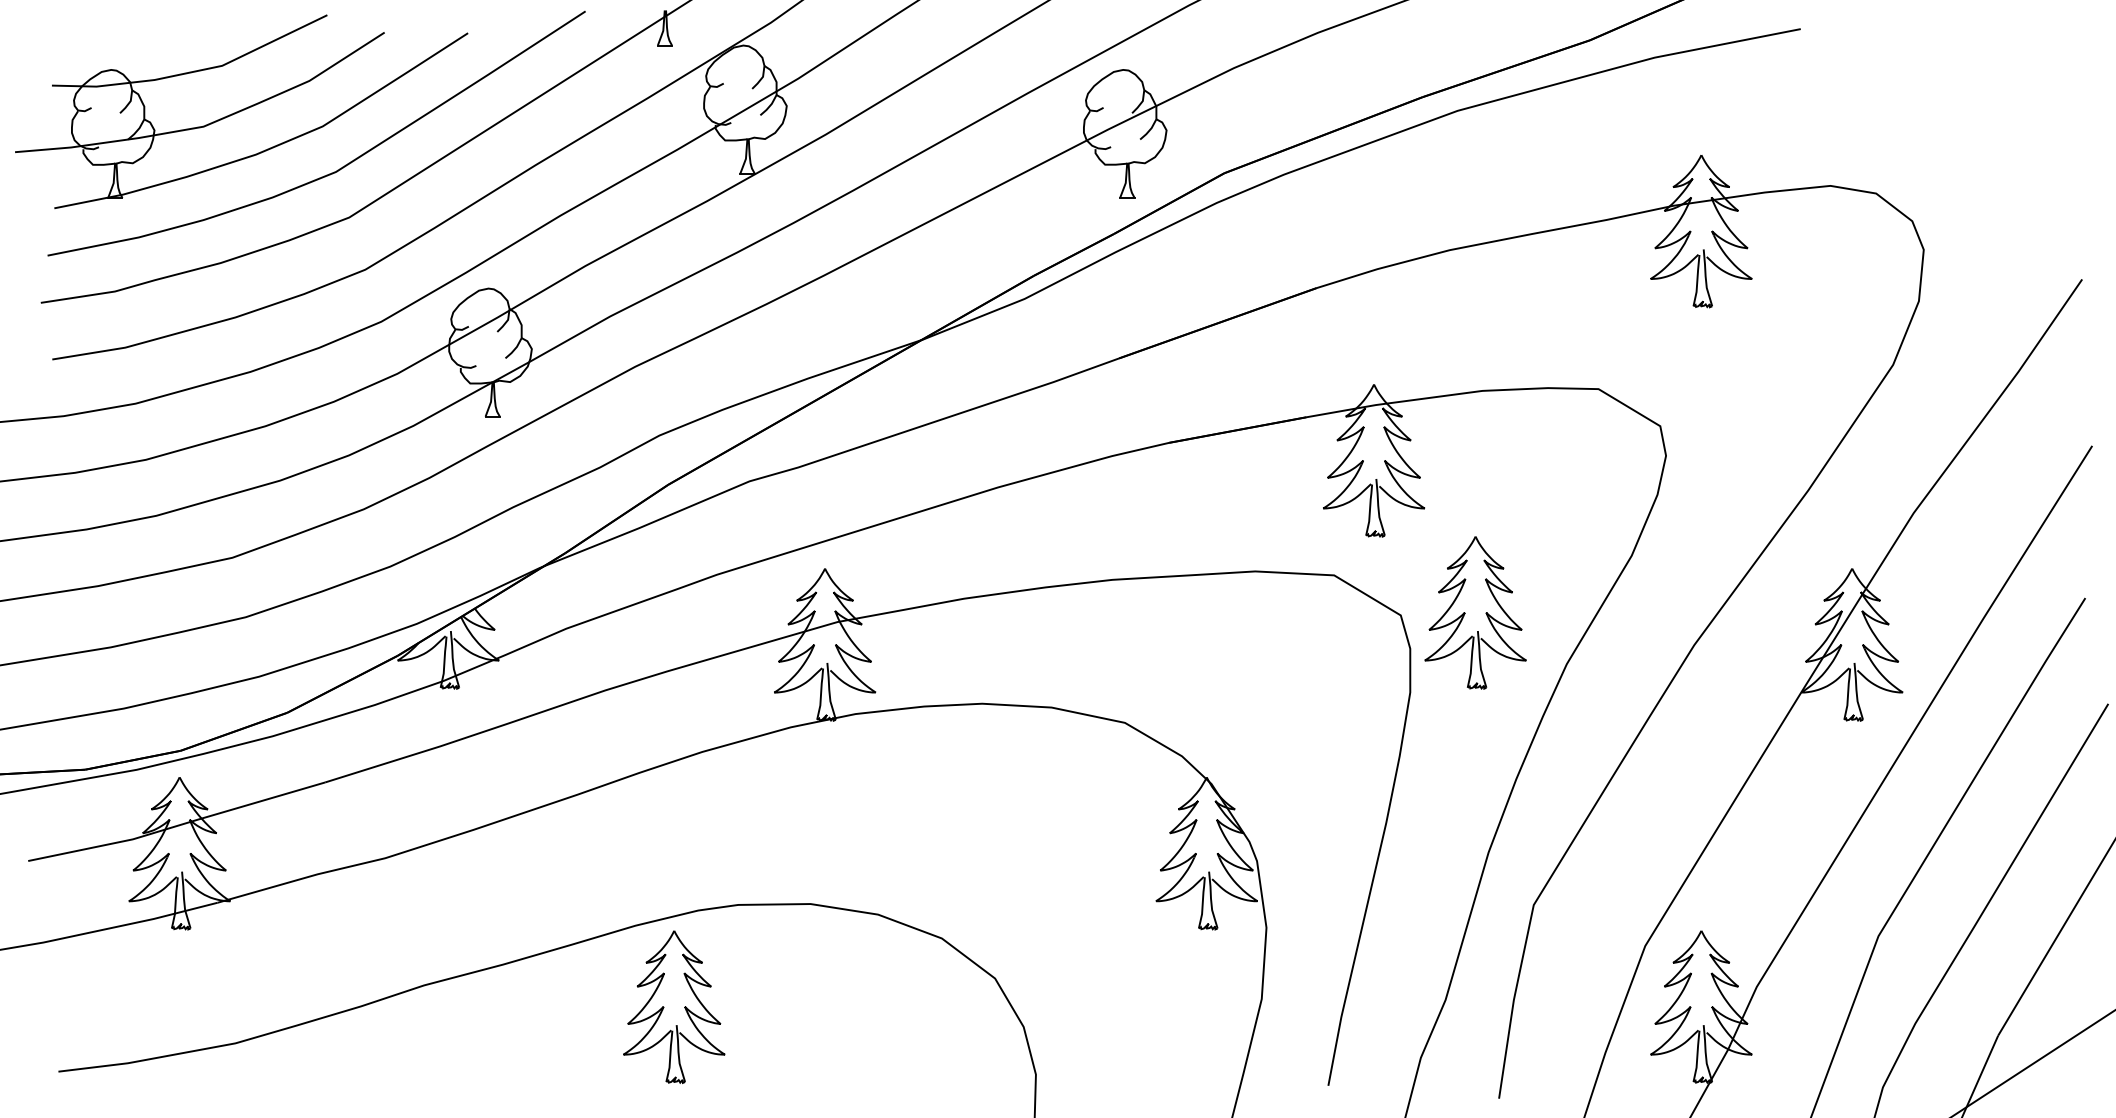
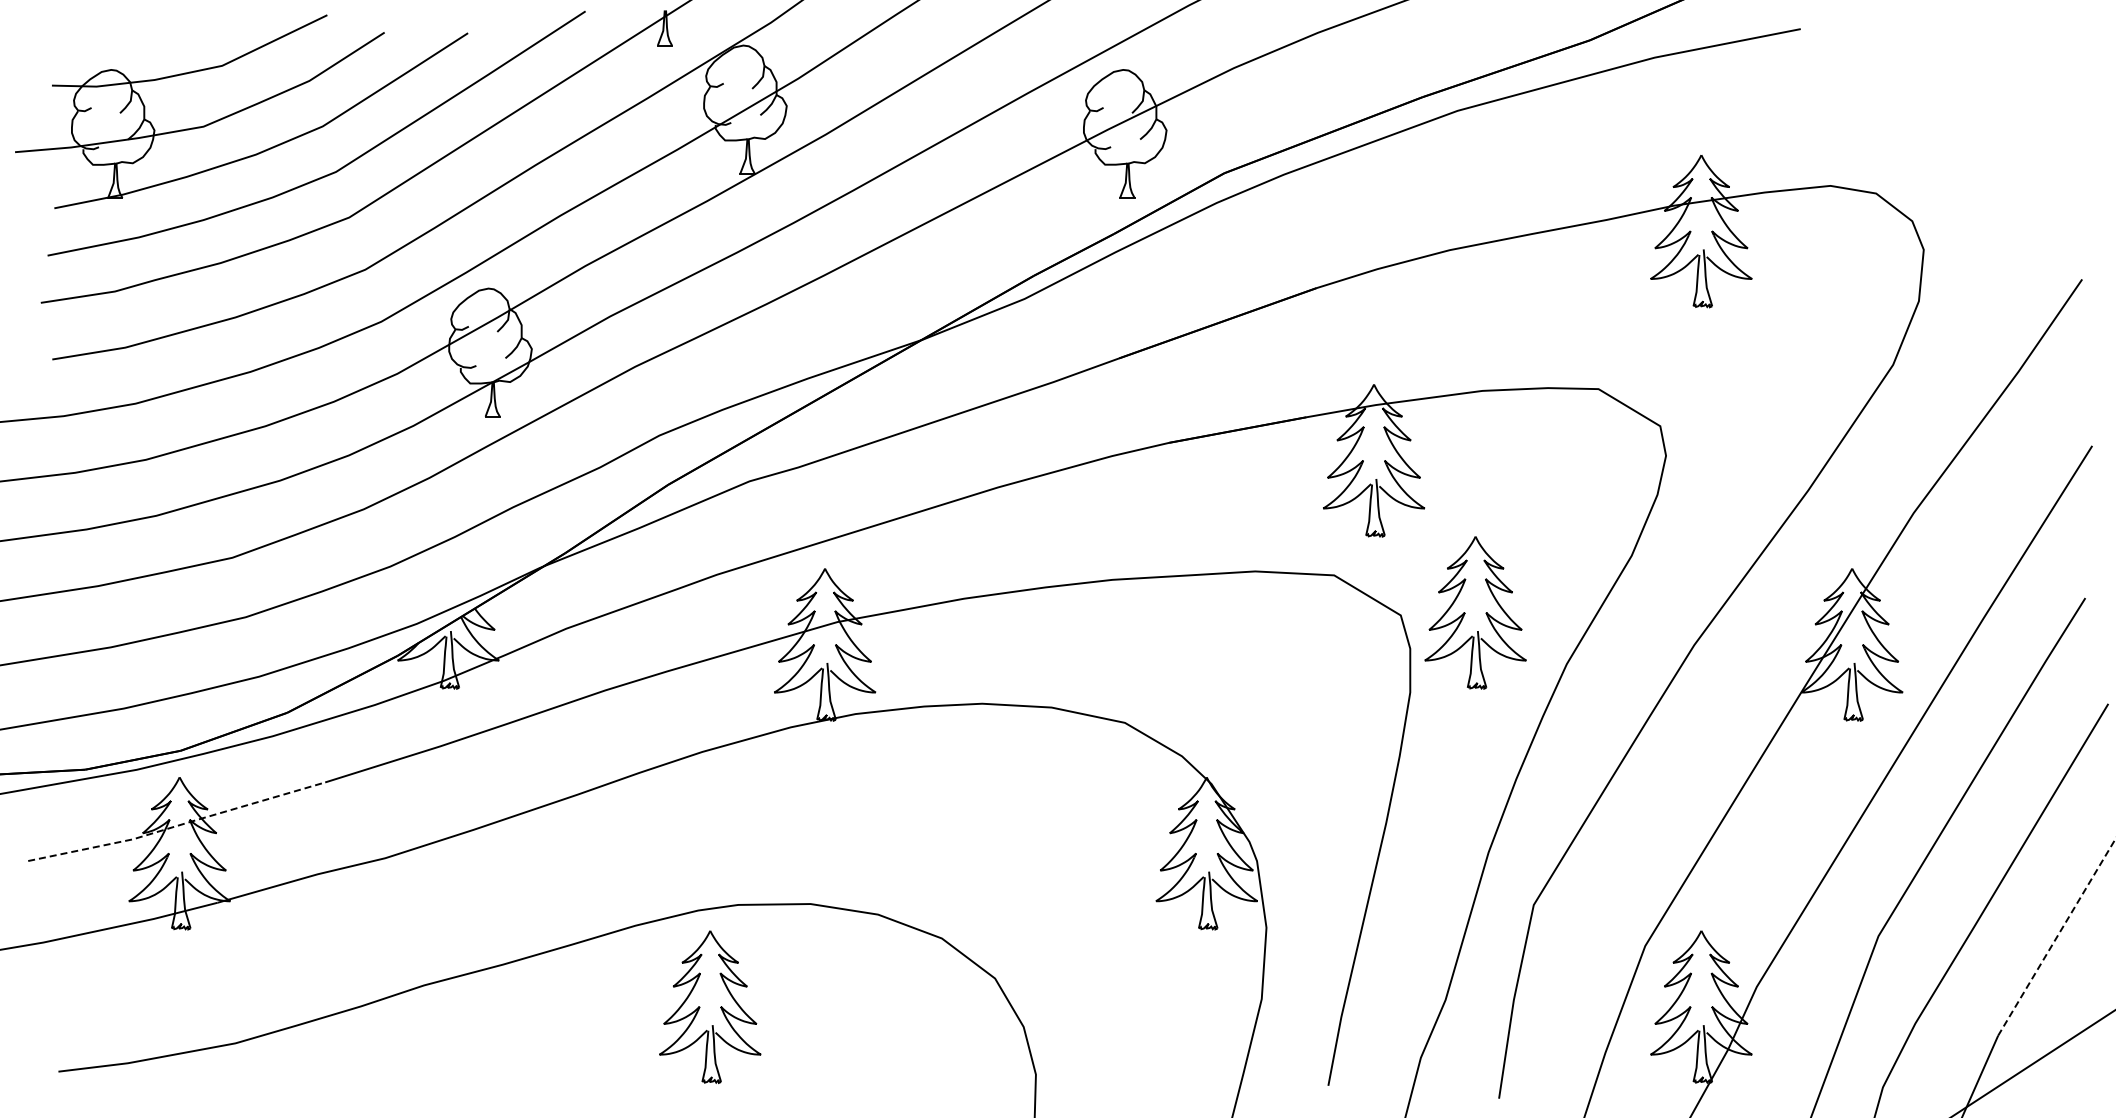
line at (177, 825): solid -> dashed
line at (2057, 937): solid -> dashed
part at (674, 1006) position: (674, 1006) -> (710, 1006)
